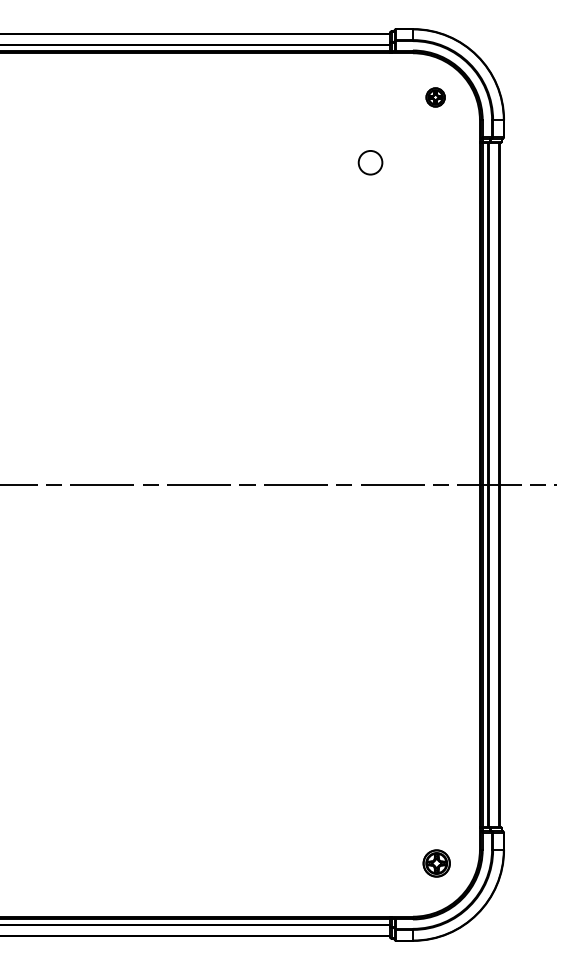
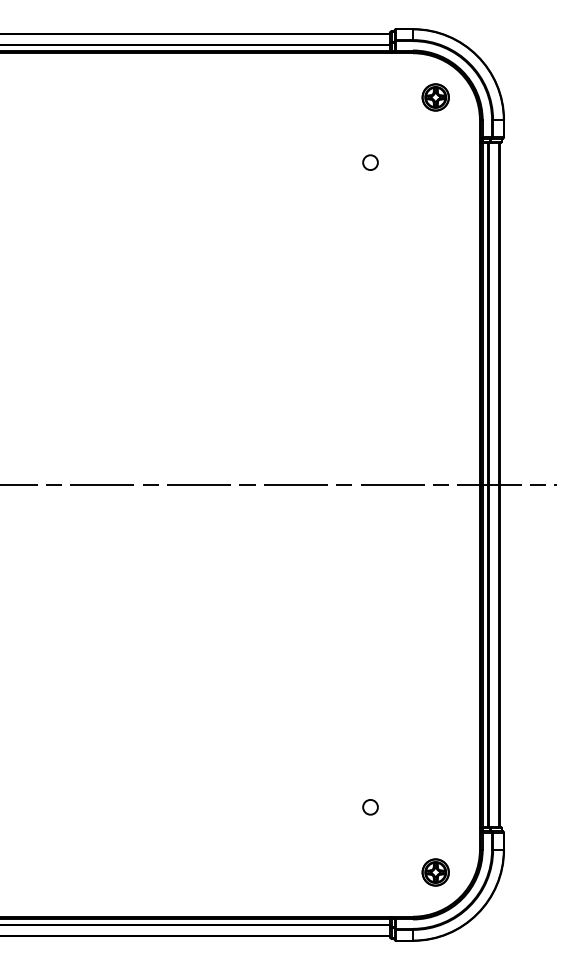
part at (435, 97) size: 21x21 px -> 29x29 px
circle at (370, 162) size: 27x26 px -> 17x17 px
circle at (370, 807): none -> present
part at (436, 863) position: (436, 863) -> (435, 872)
